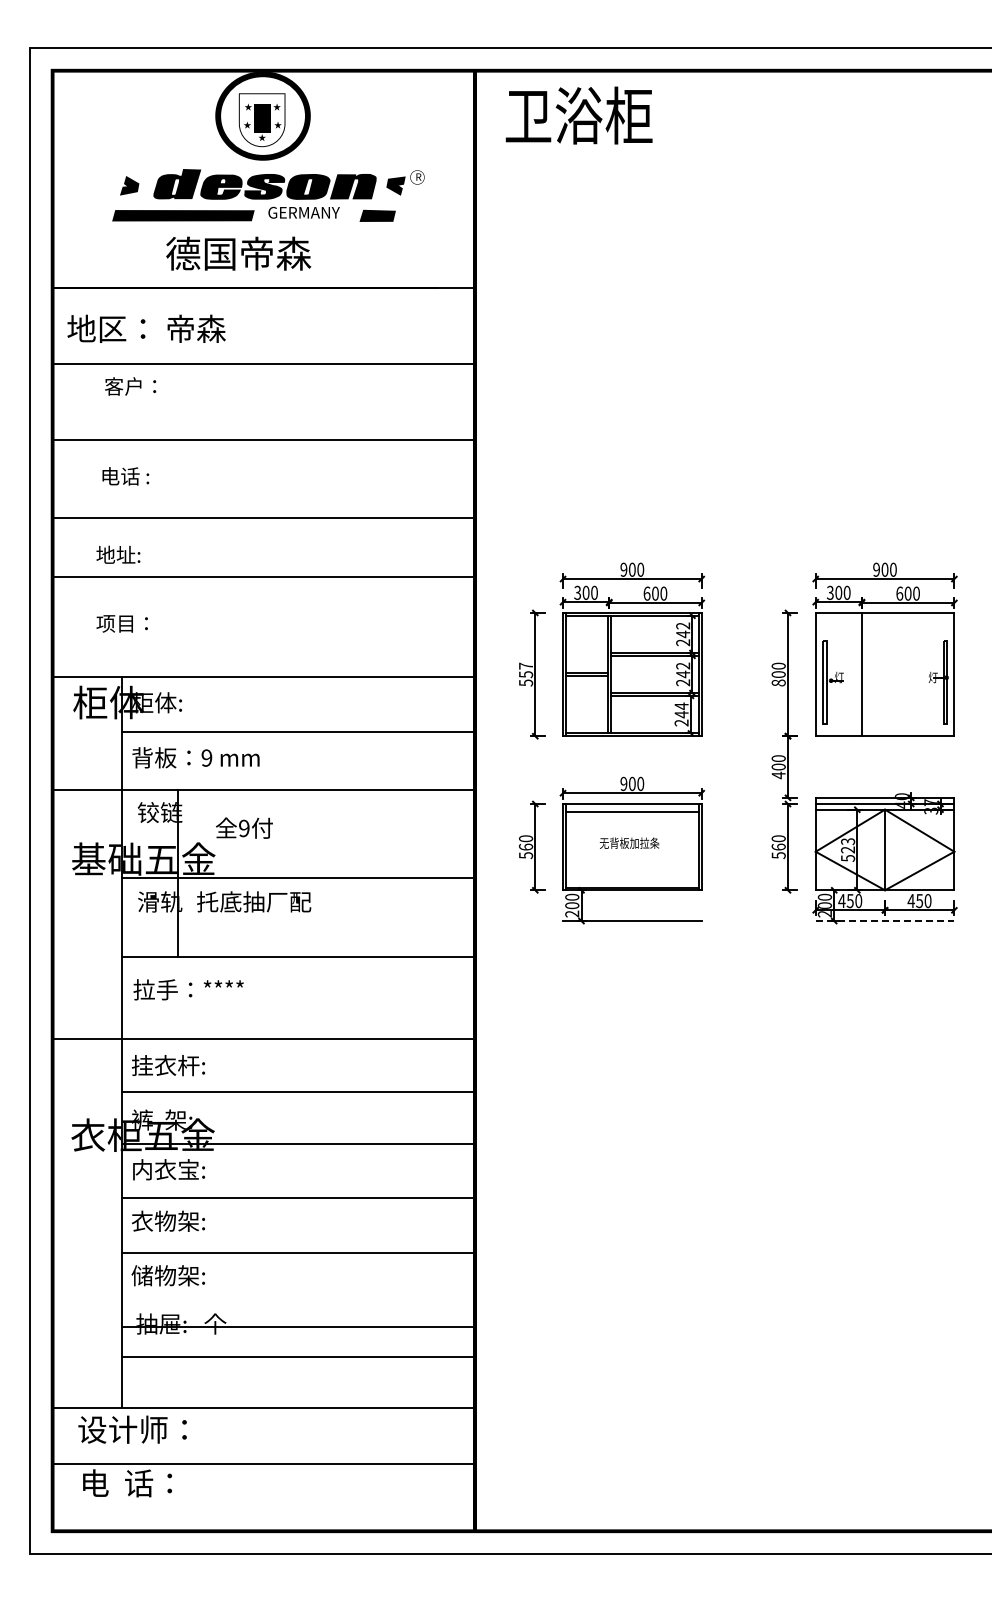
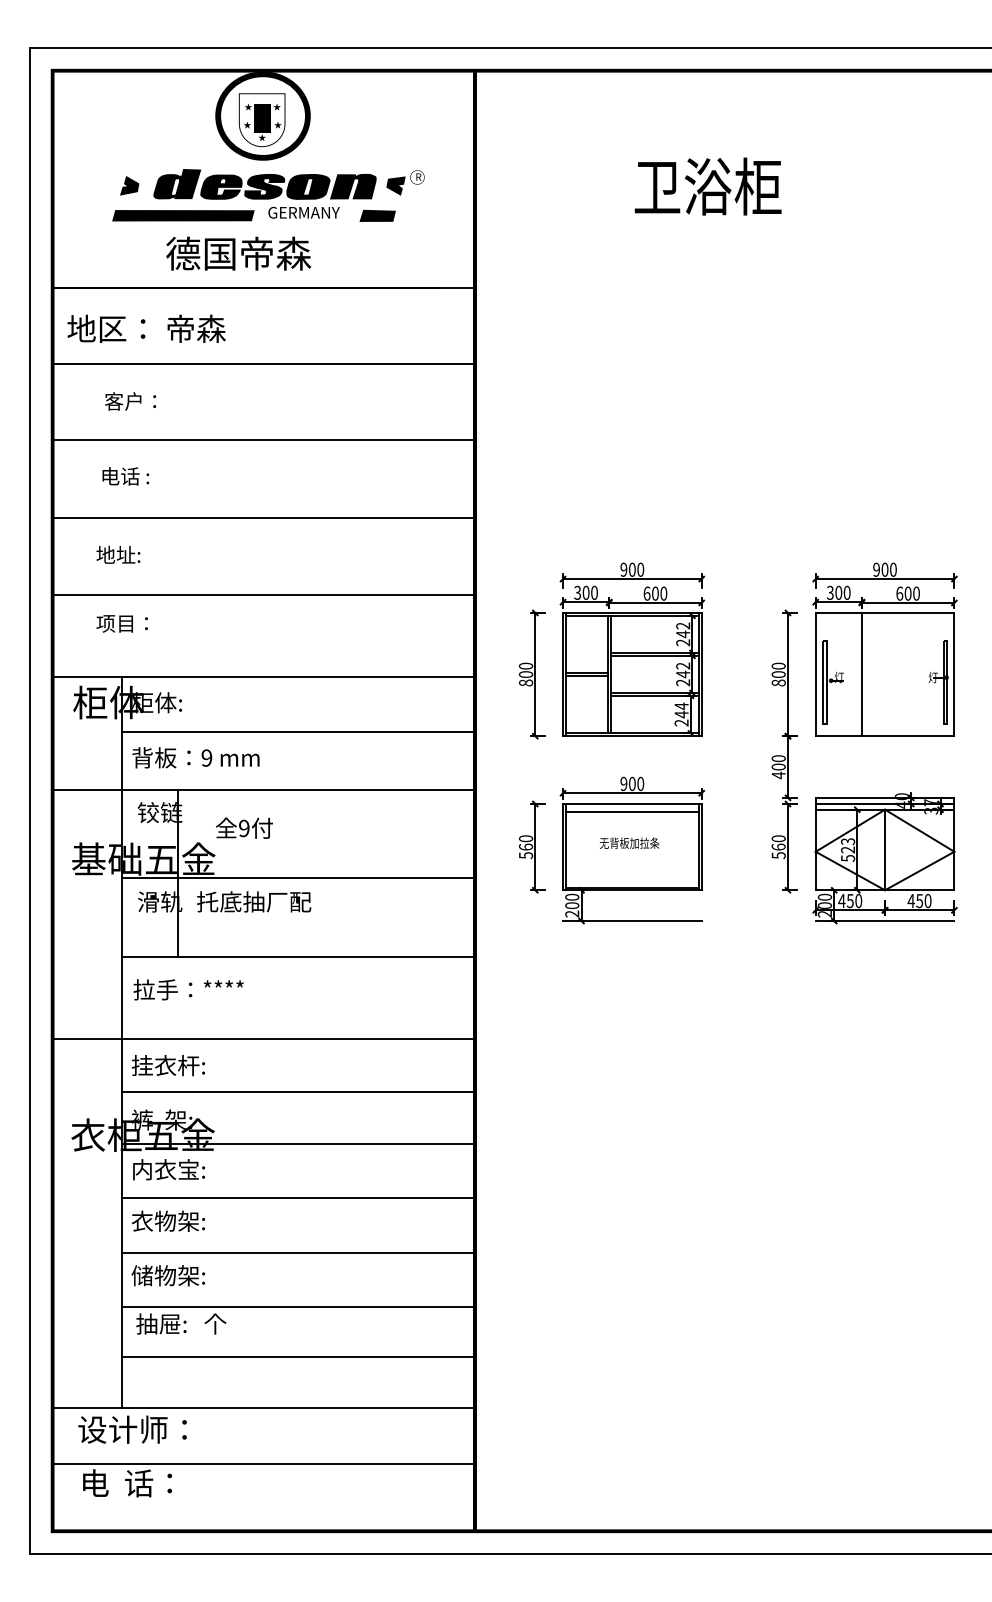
text at (578, 115) position: (578, 115) -> (707, 186)
text at (130, 386) position: (130, 386) -> (130, 401)
line at (263, 577) position: (263, 577) -> (263, 595)
text at (526, 674): 557 -> 800
line at (885, 921): dashed -> solid
line at (298, 1327) position: (298, 1327) -> (298, 1307)
